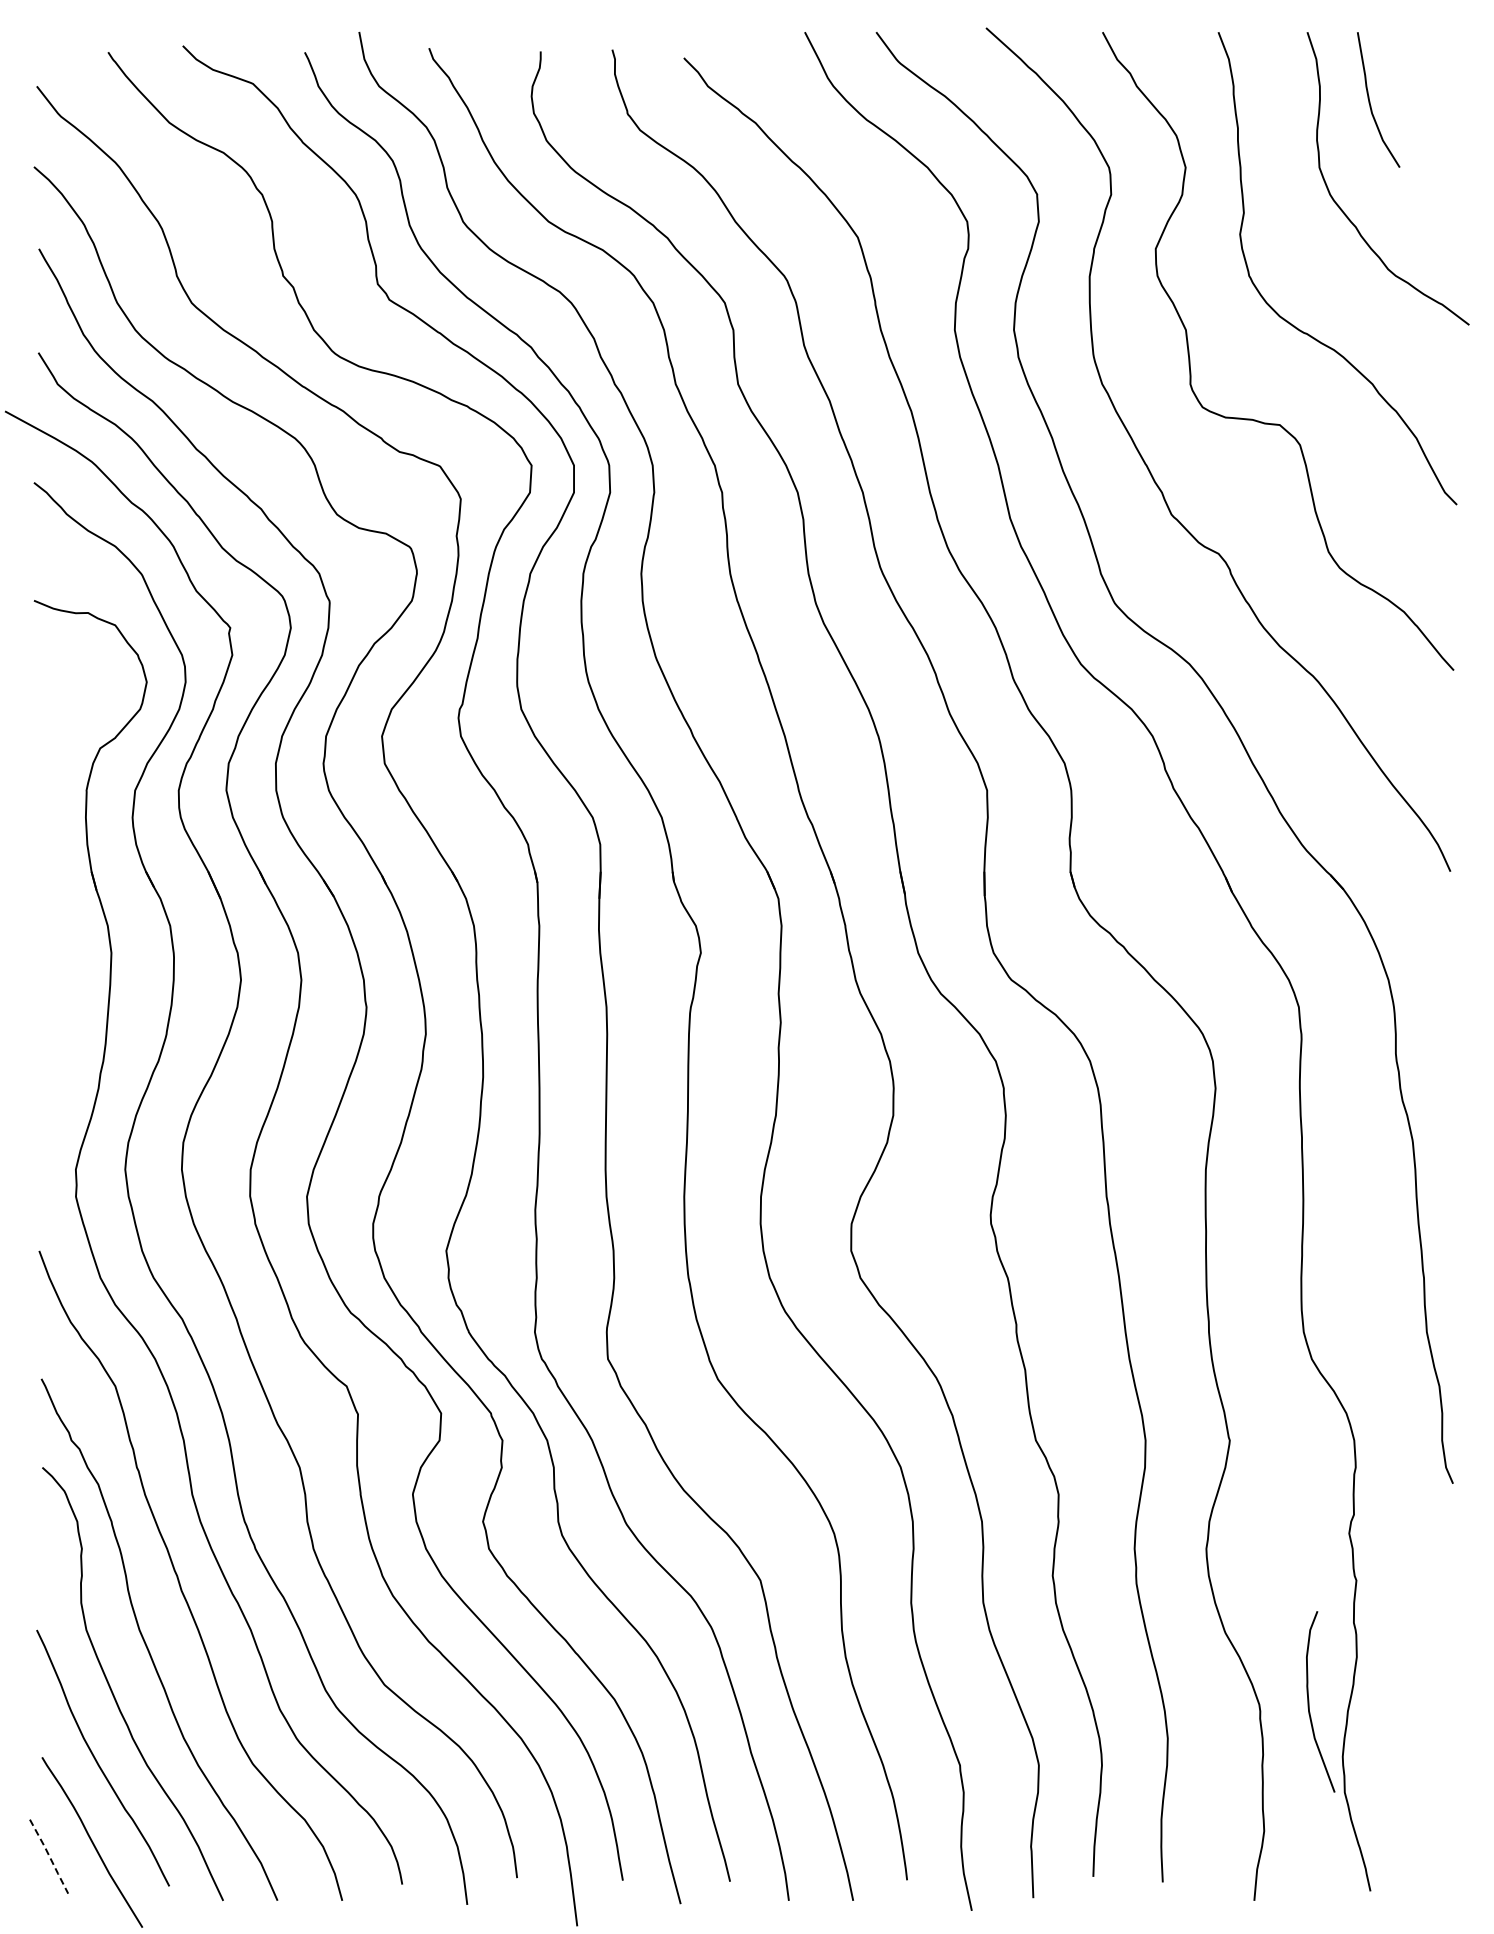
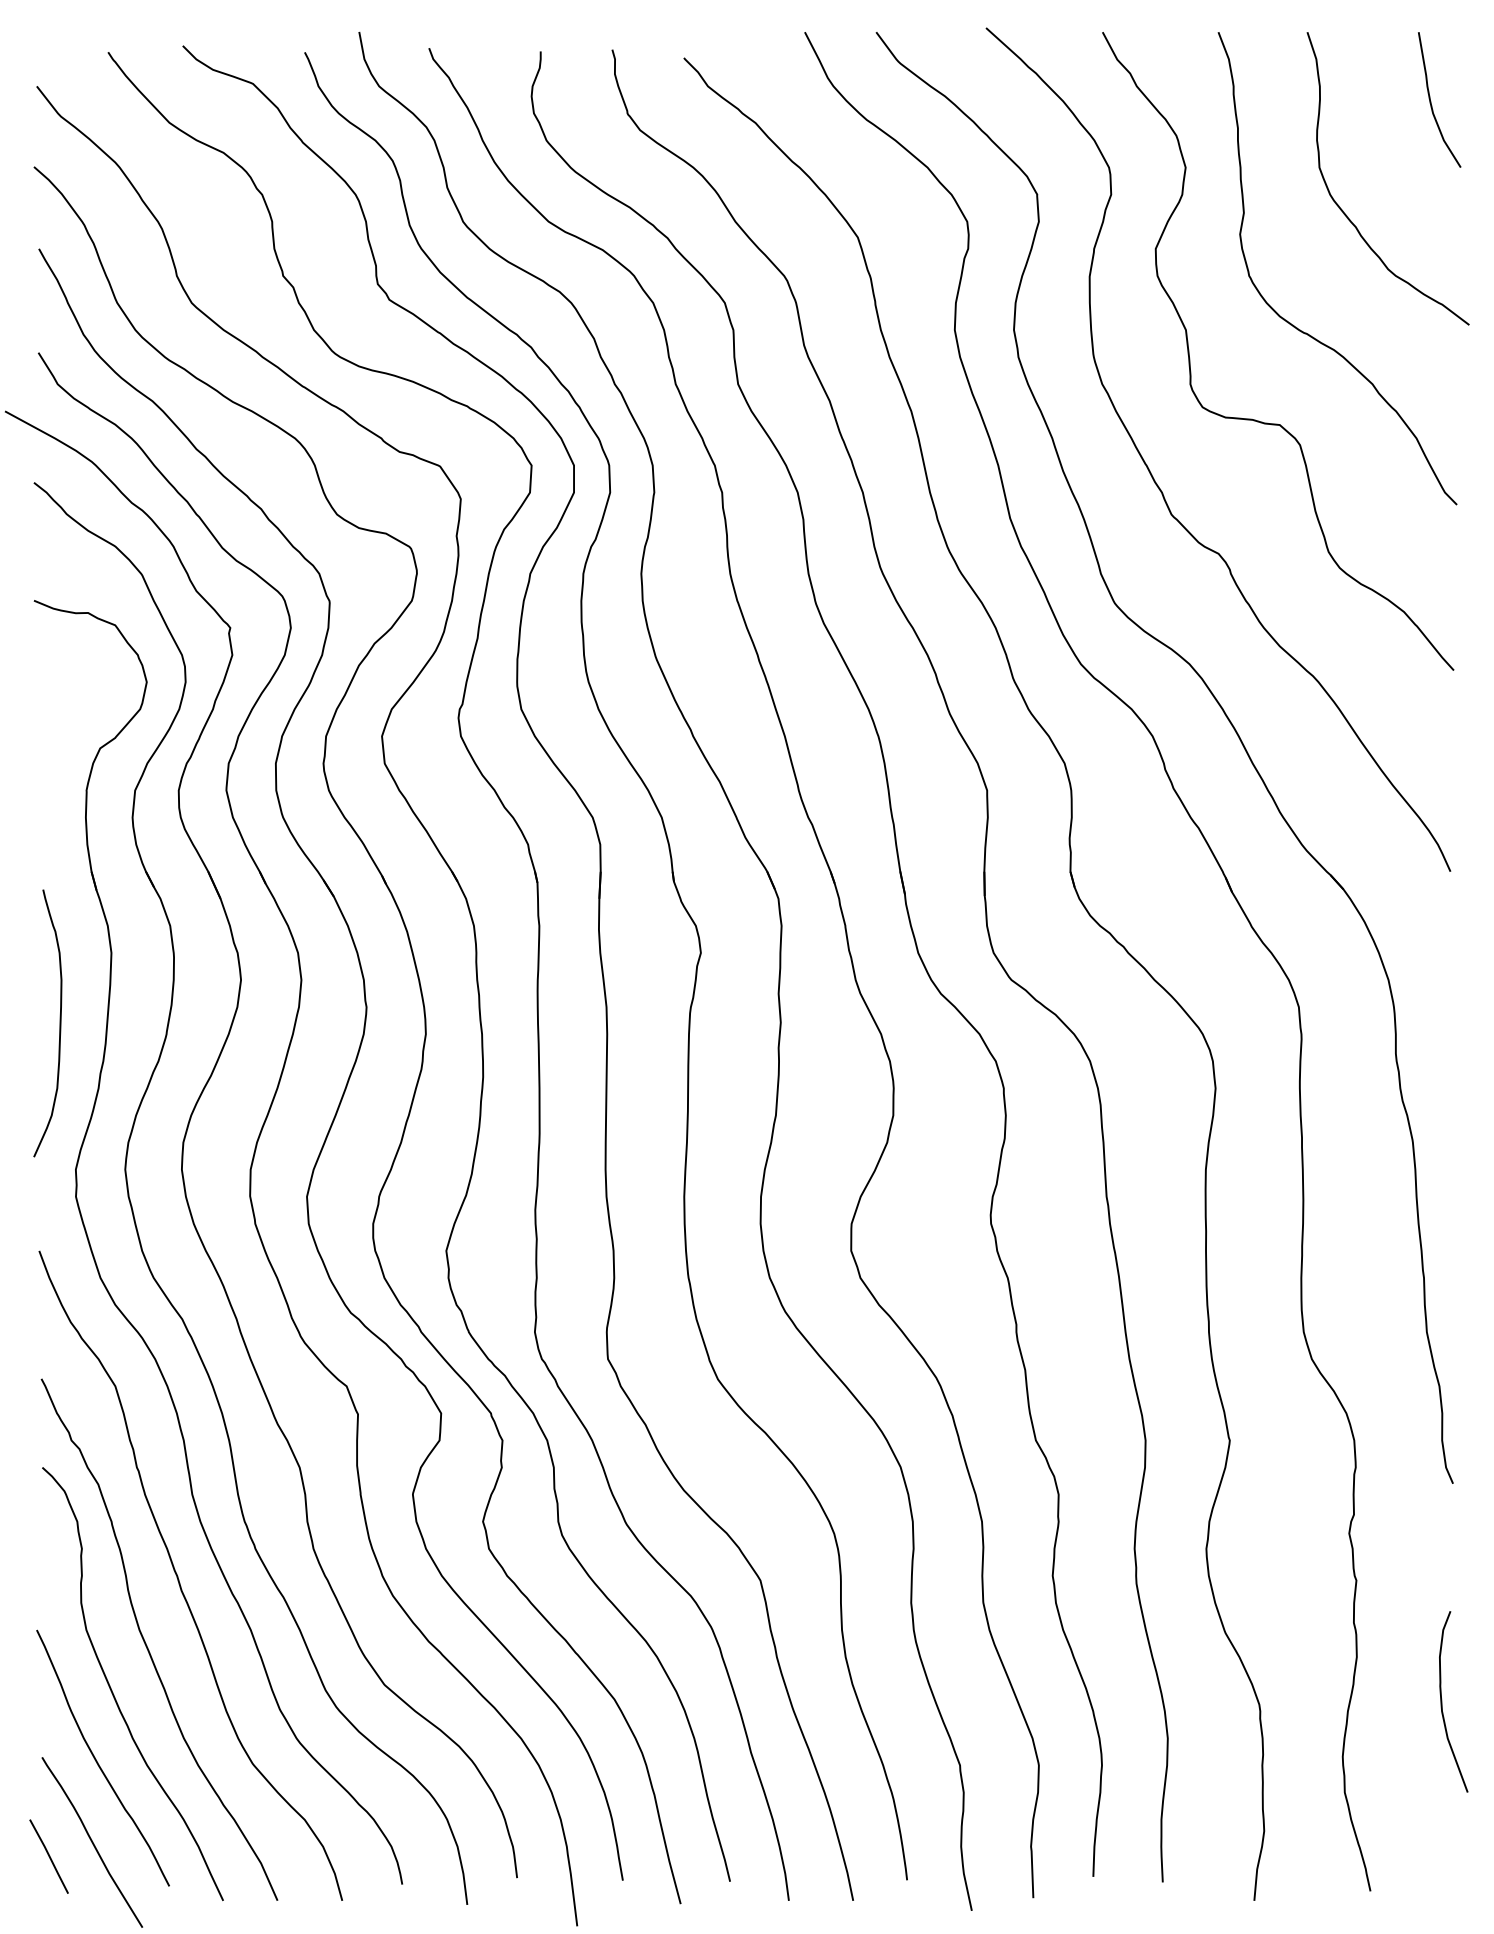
curve at (1370, 101) position: (1370, 101) -> (1431, 101)
curve at (59, 1023): none -> present
curve at (1309, 1701) position: (1309, 1701) -> (1442, 1701)
line at (49, 1857): dashed -> solid
